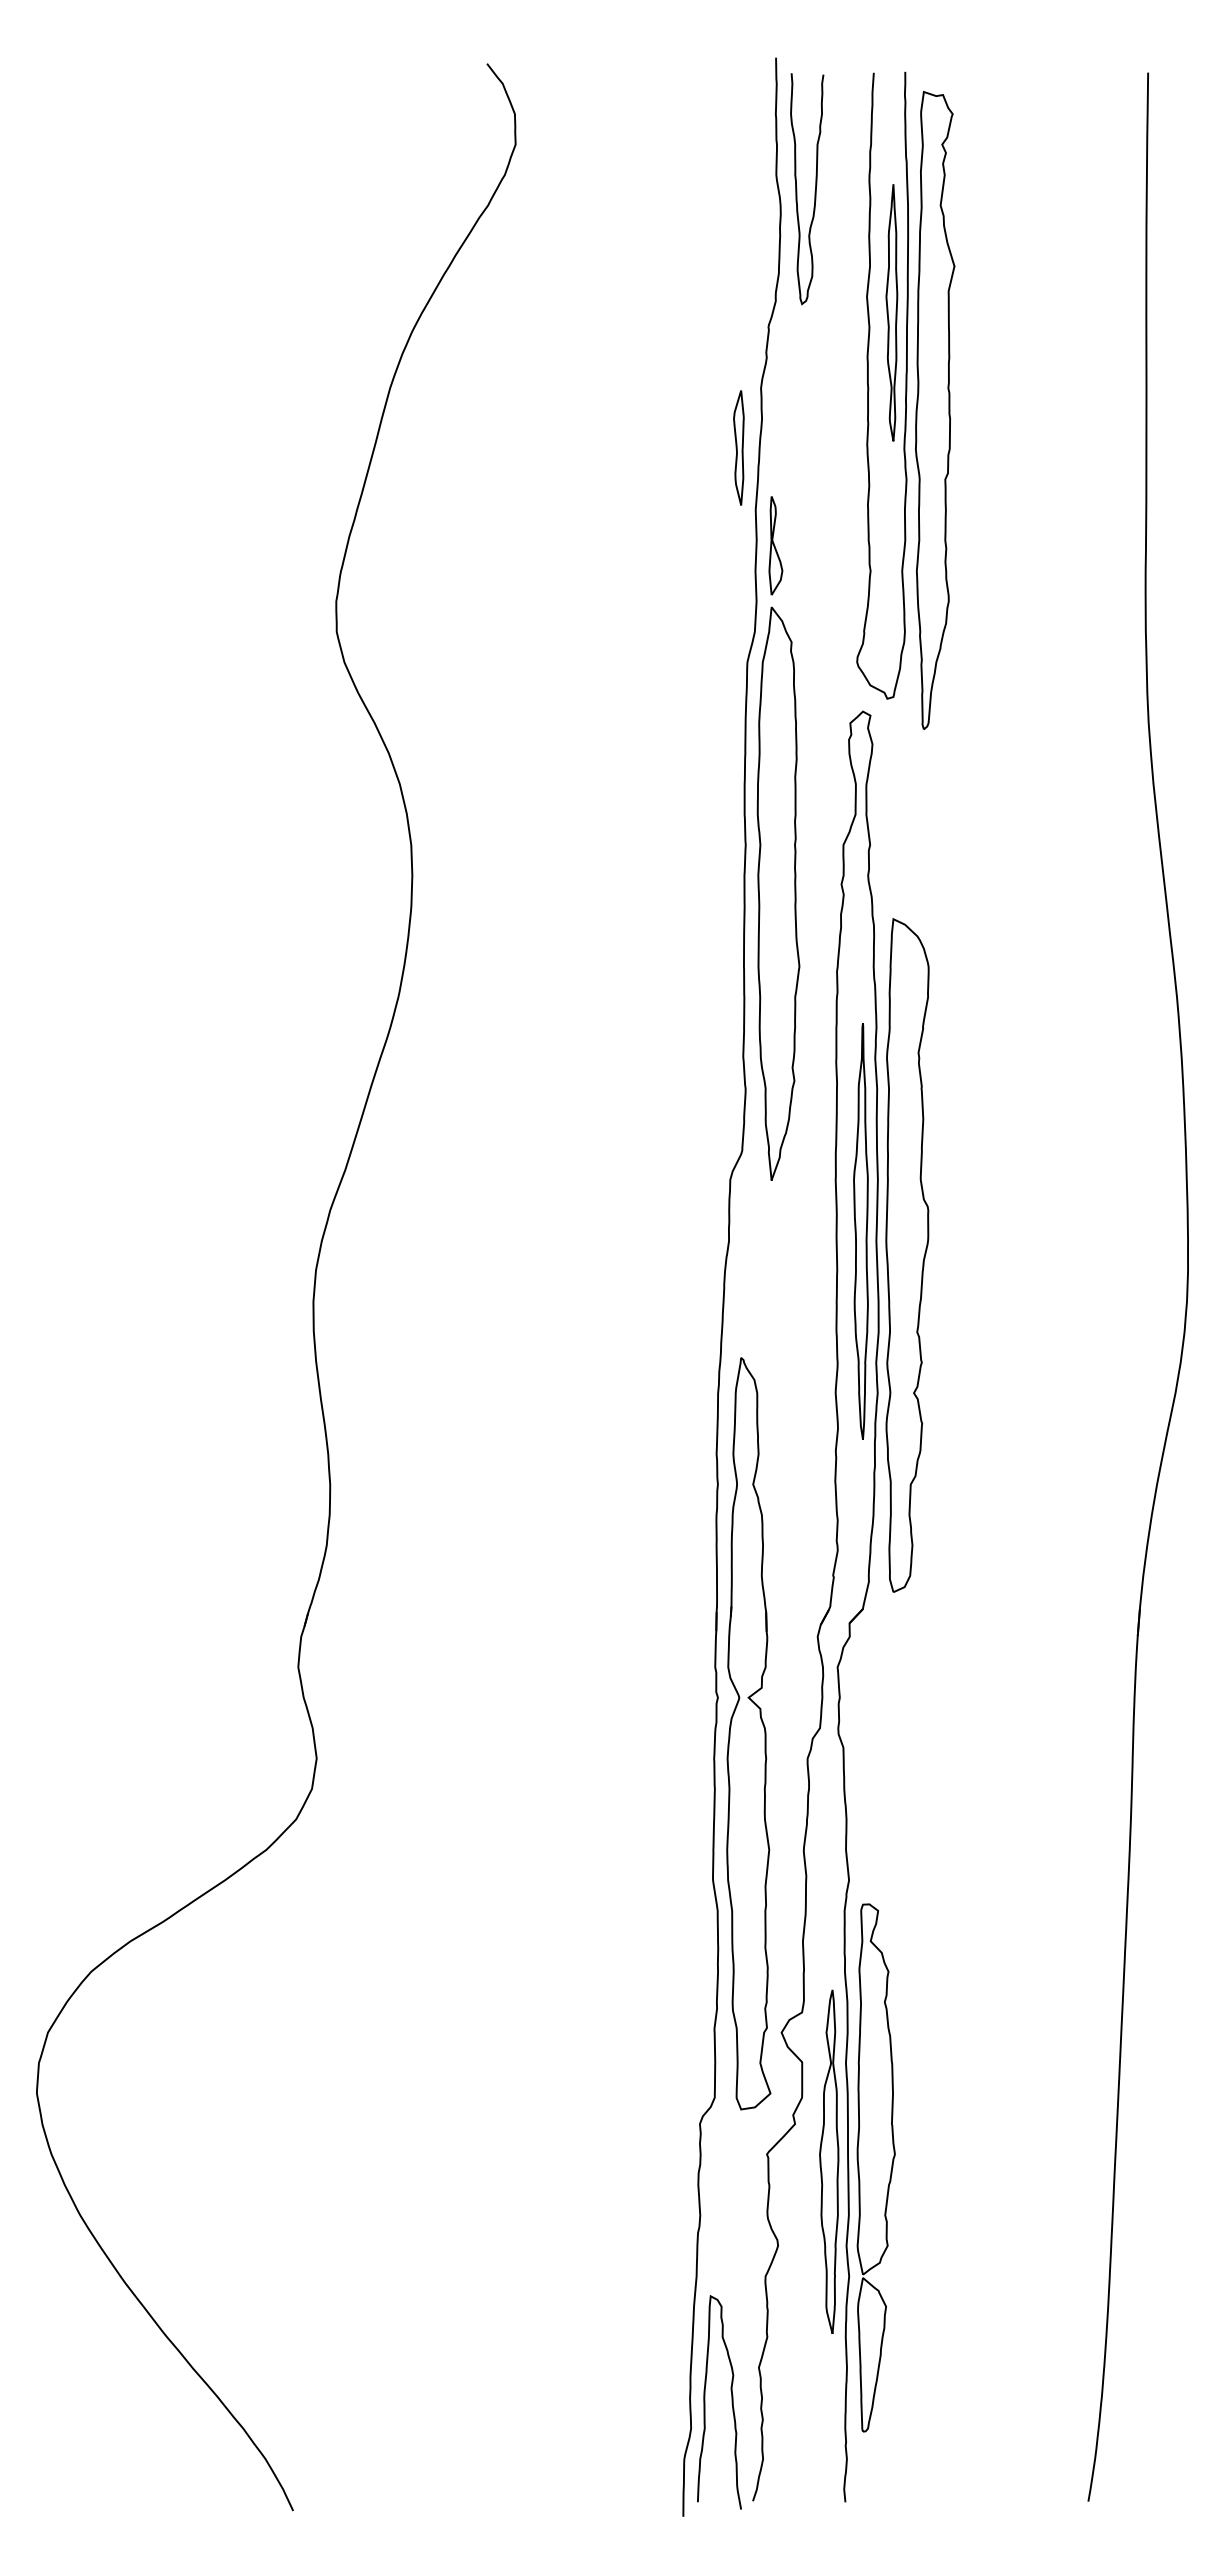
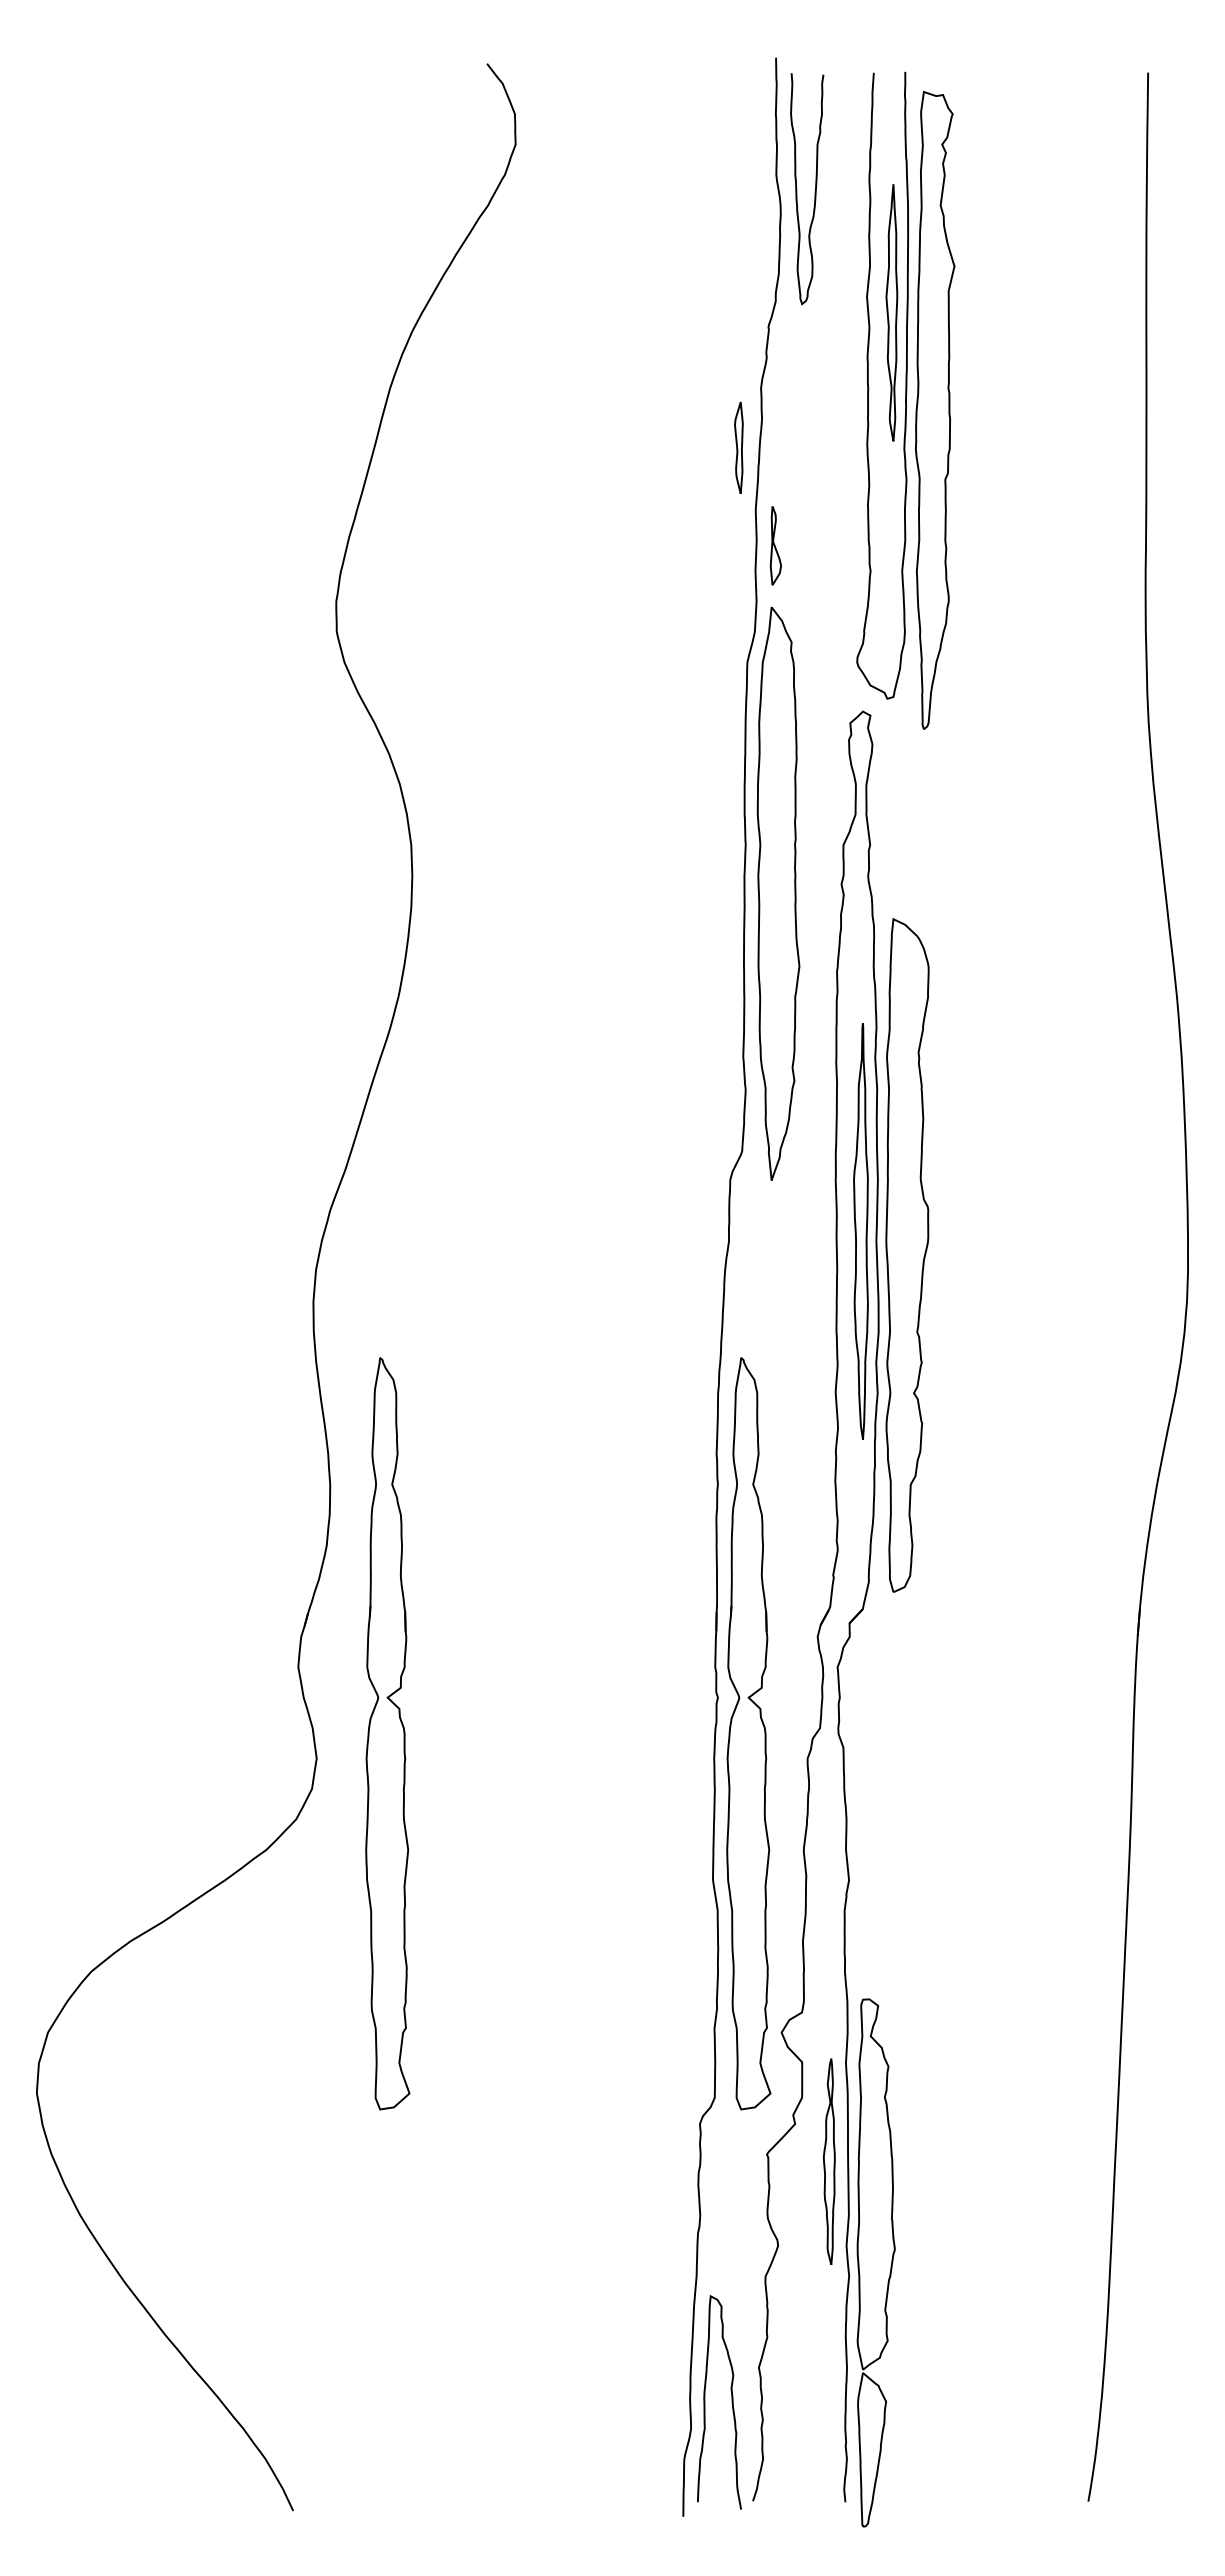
part at (738, 447) size: 12x116 px -> 10x93 px
part at (775, 545) size: 16x100 px -> 13x80 px
part at (387, 1733): none -> present
part at (829, 2161) size: 21x345 px -> 14x207 px
part at (875, 2167) position: (875, 2167) -> (875, 2262)
